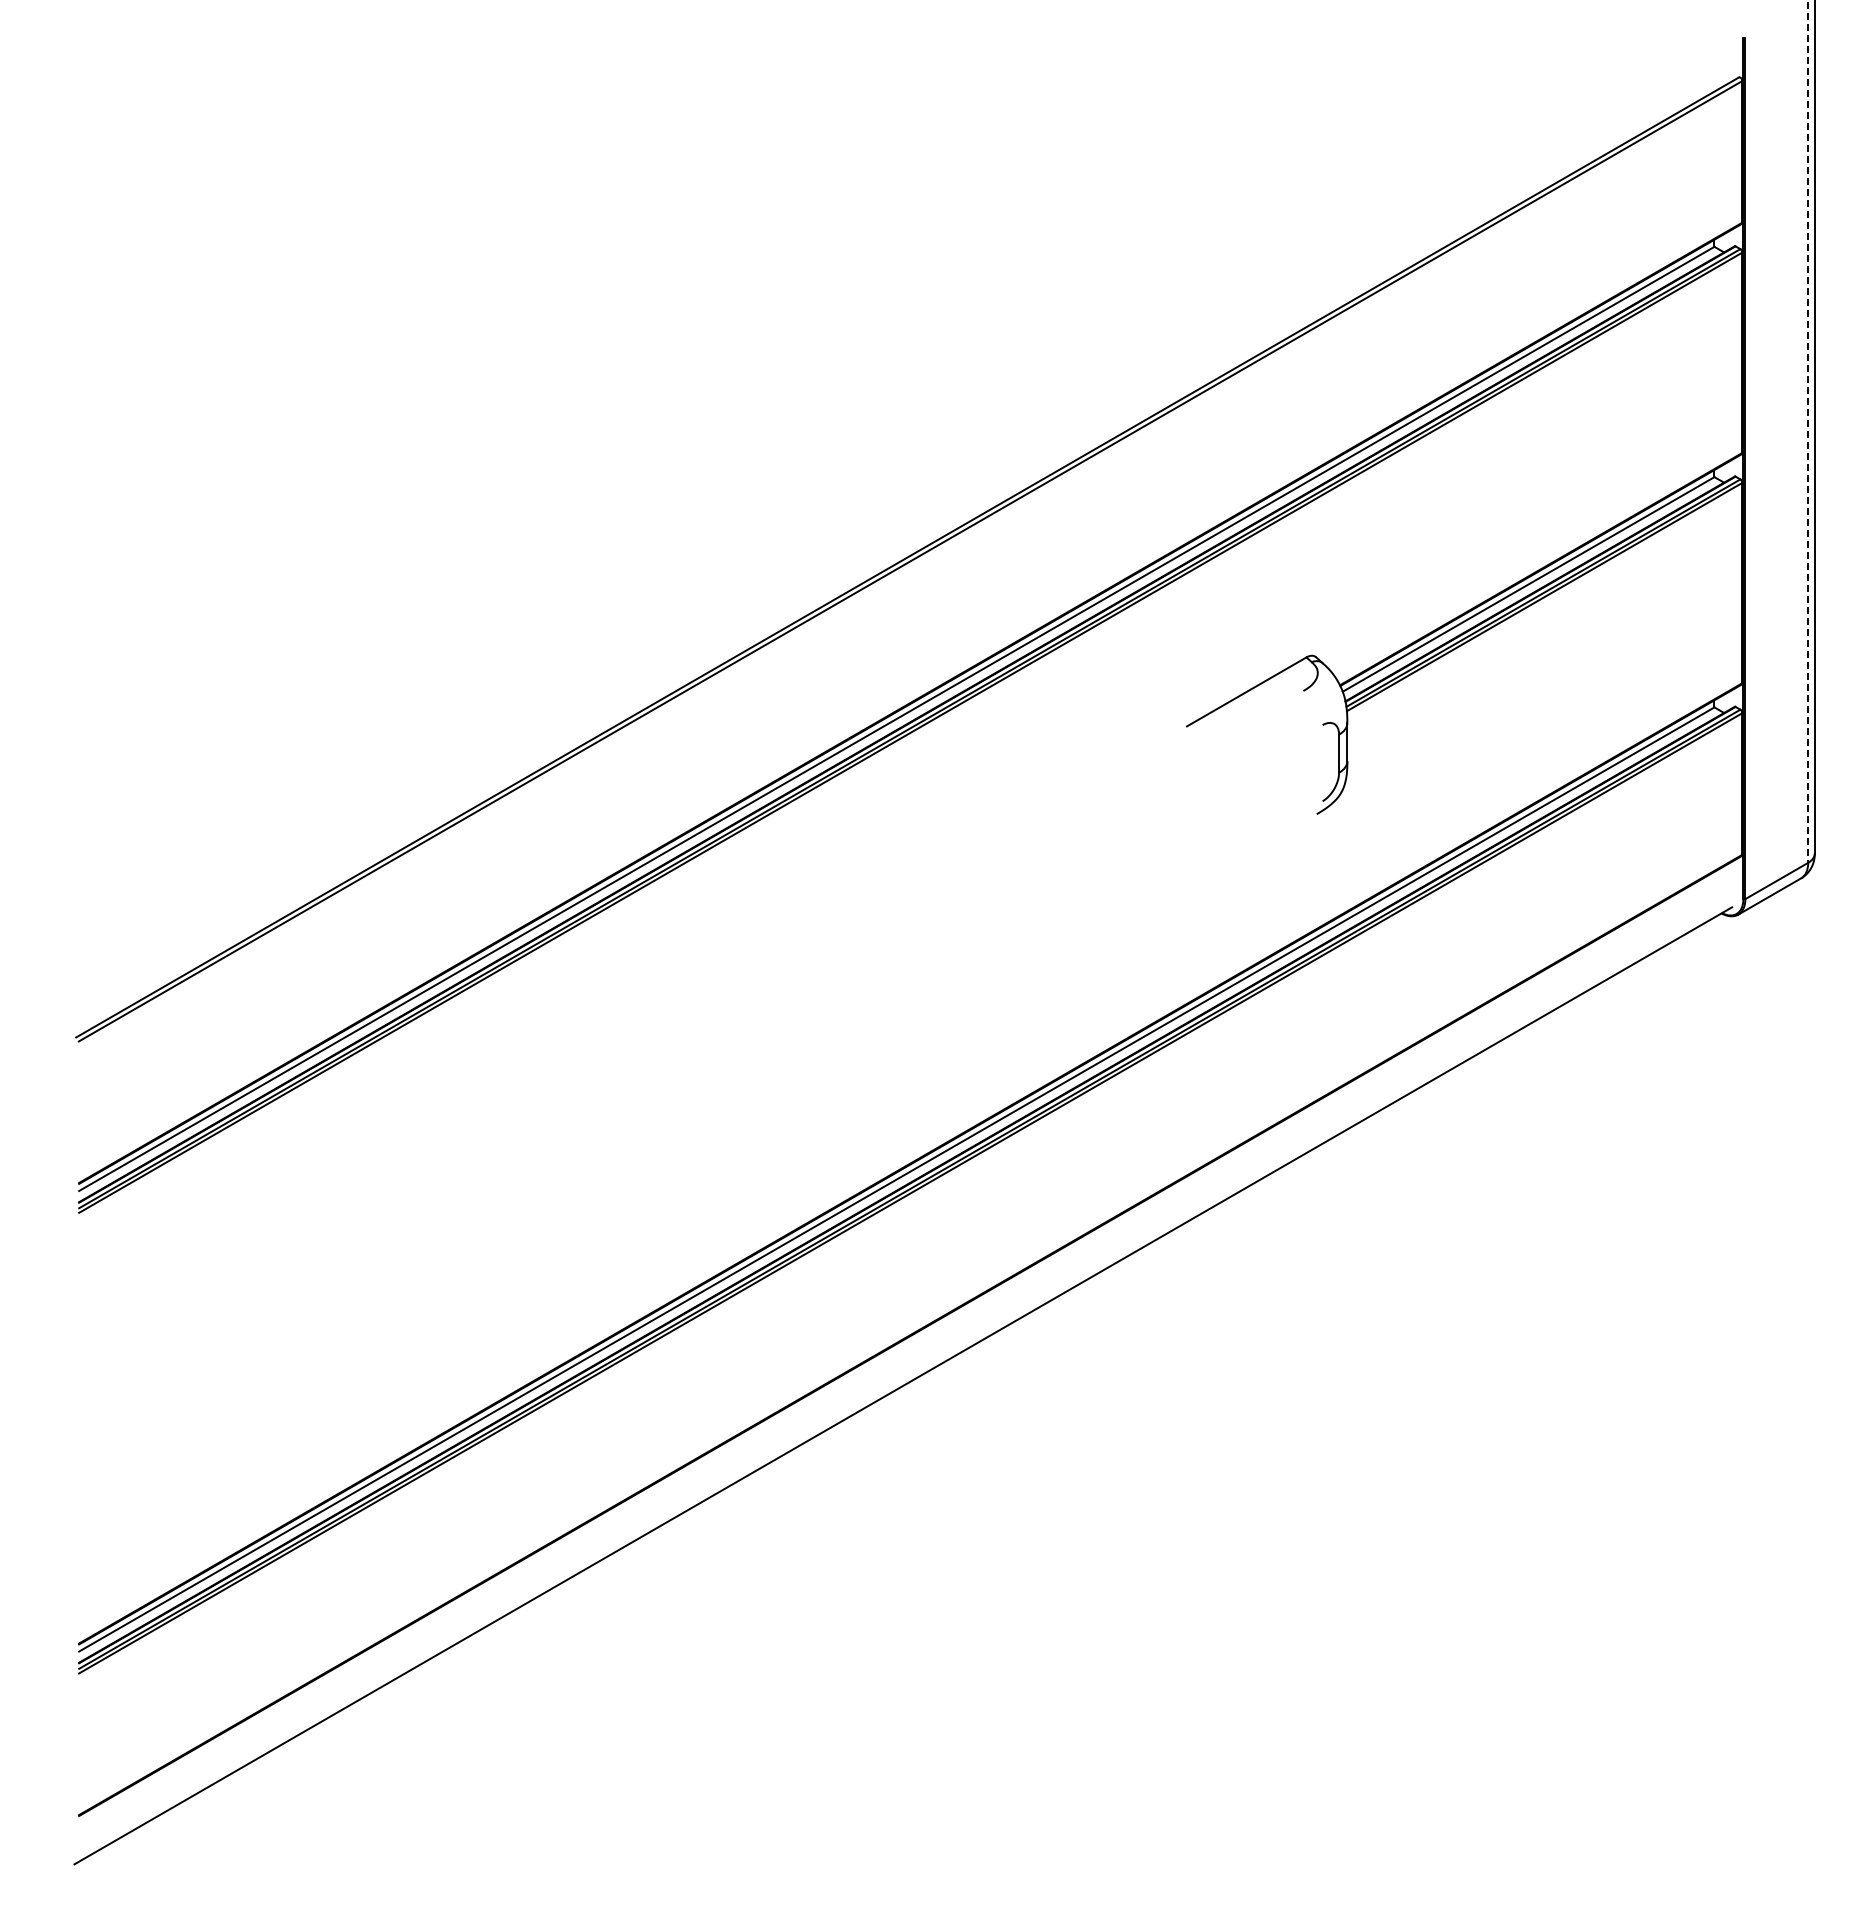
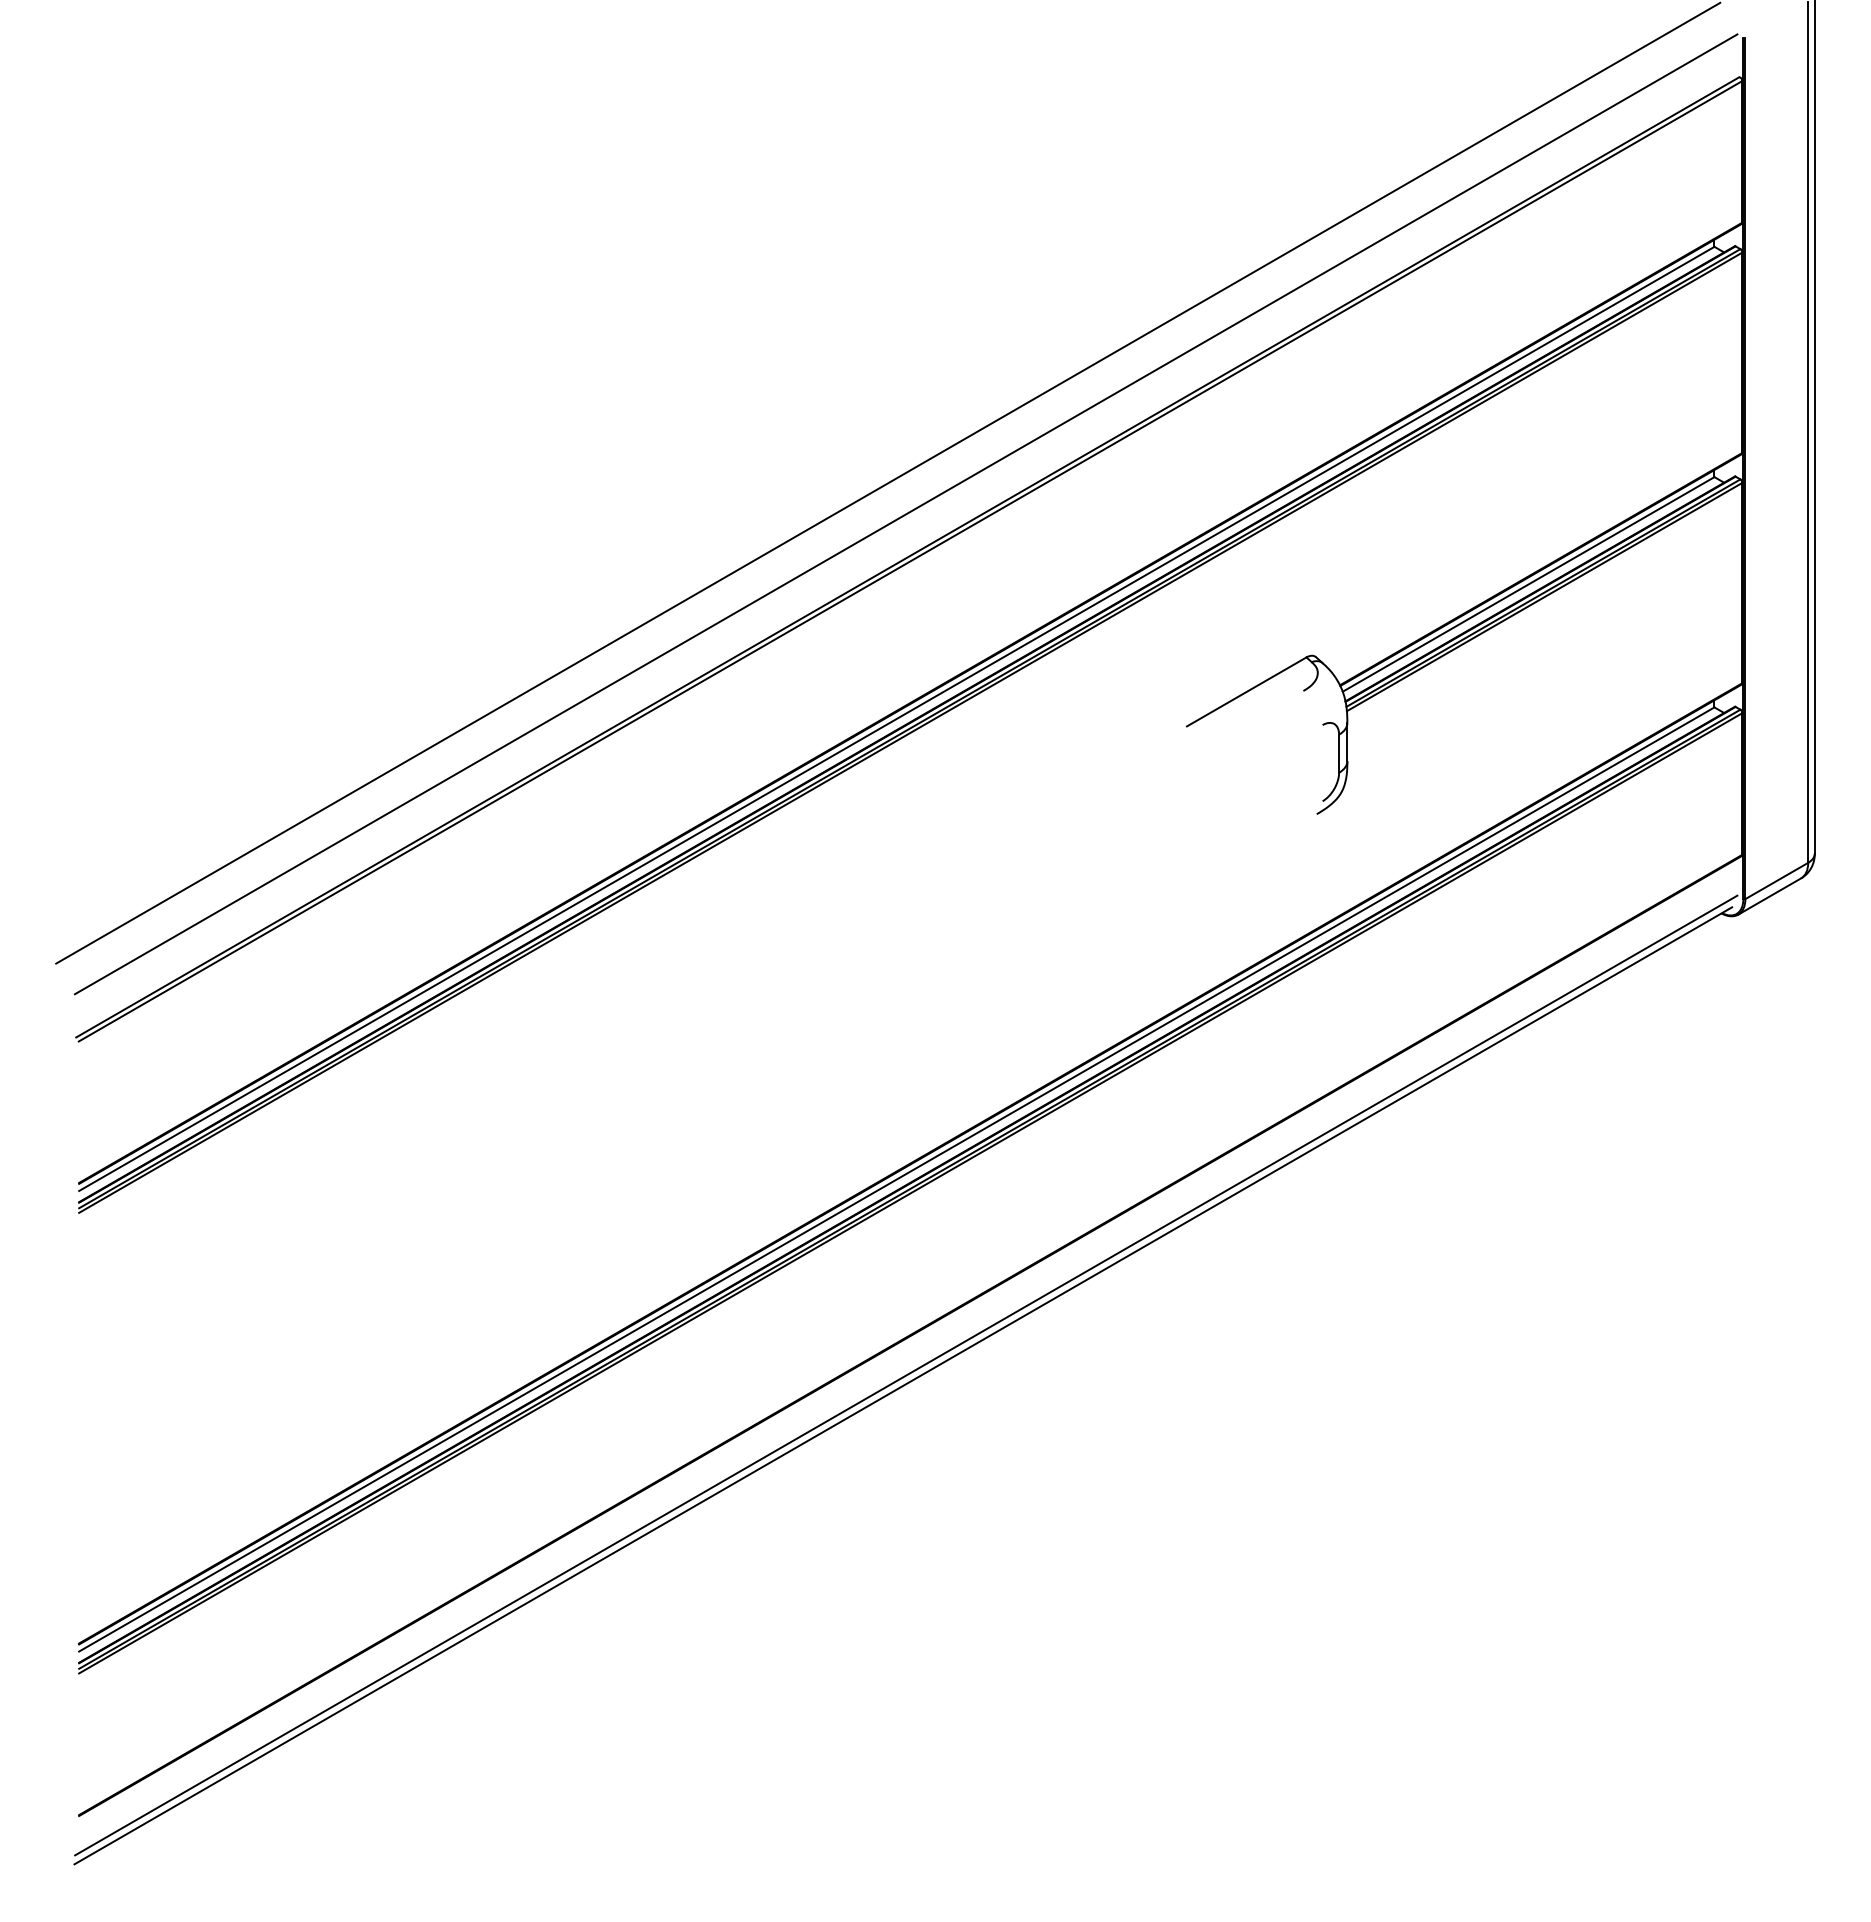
line at (1808, 432): dashed -> solid
line at (888, 482): none -> present
line at (905, 514): none -> present
line at (906, 1375): none -> present
